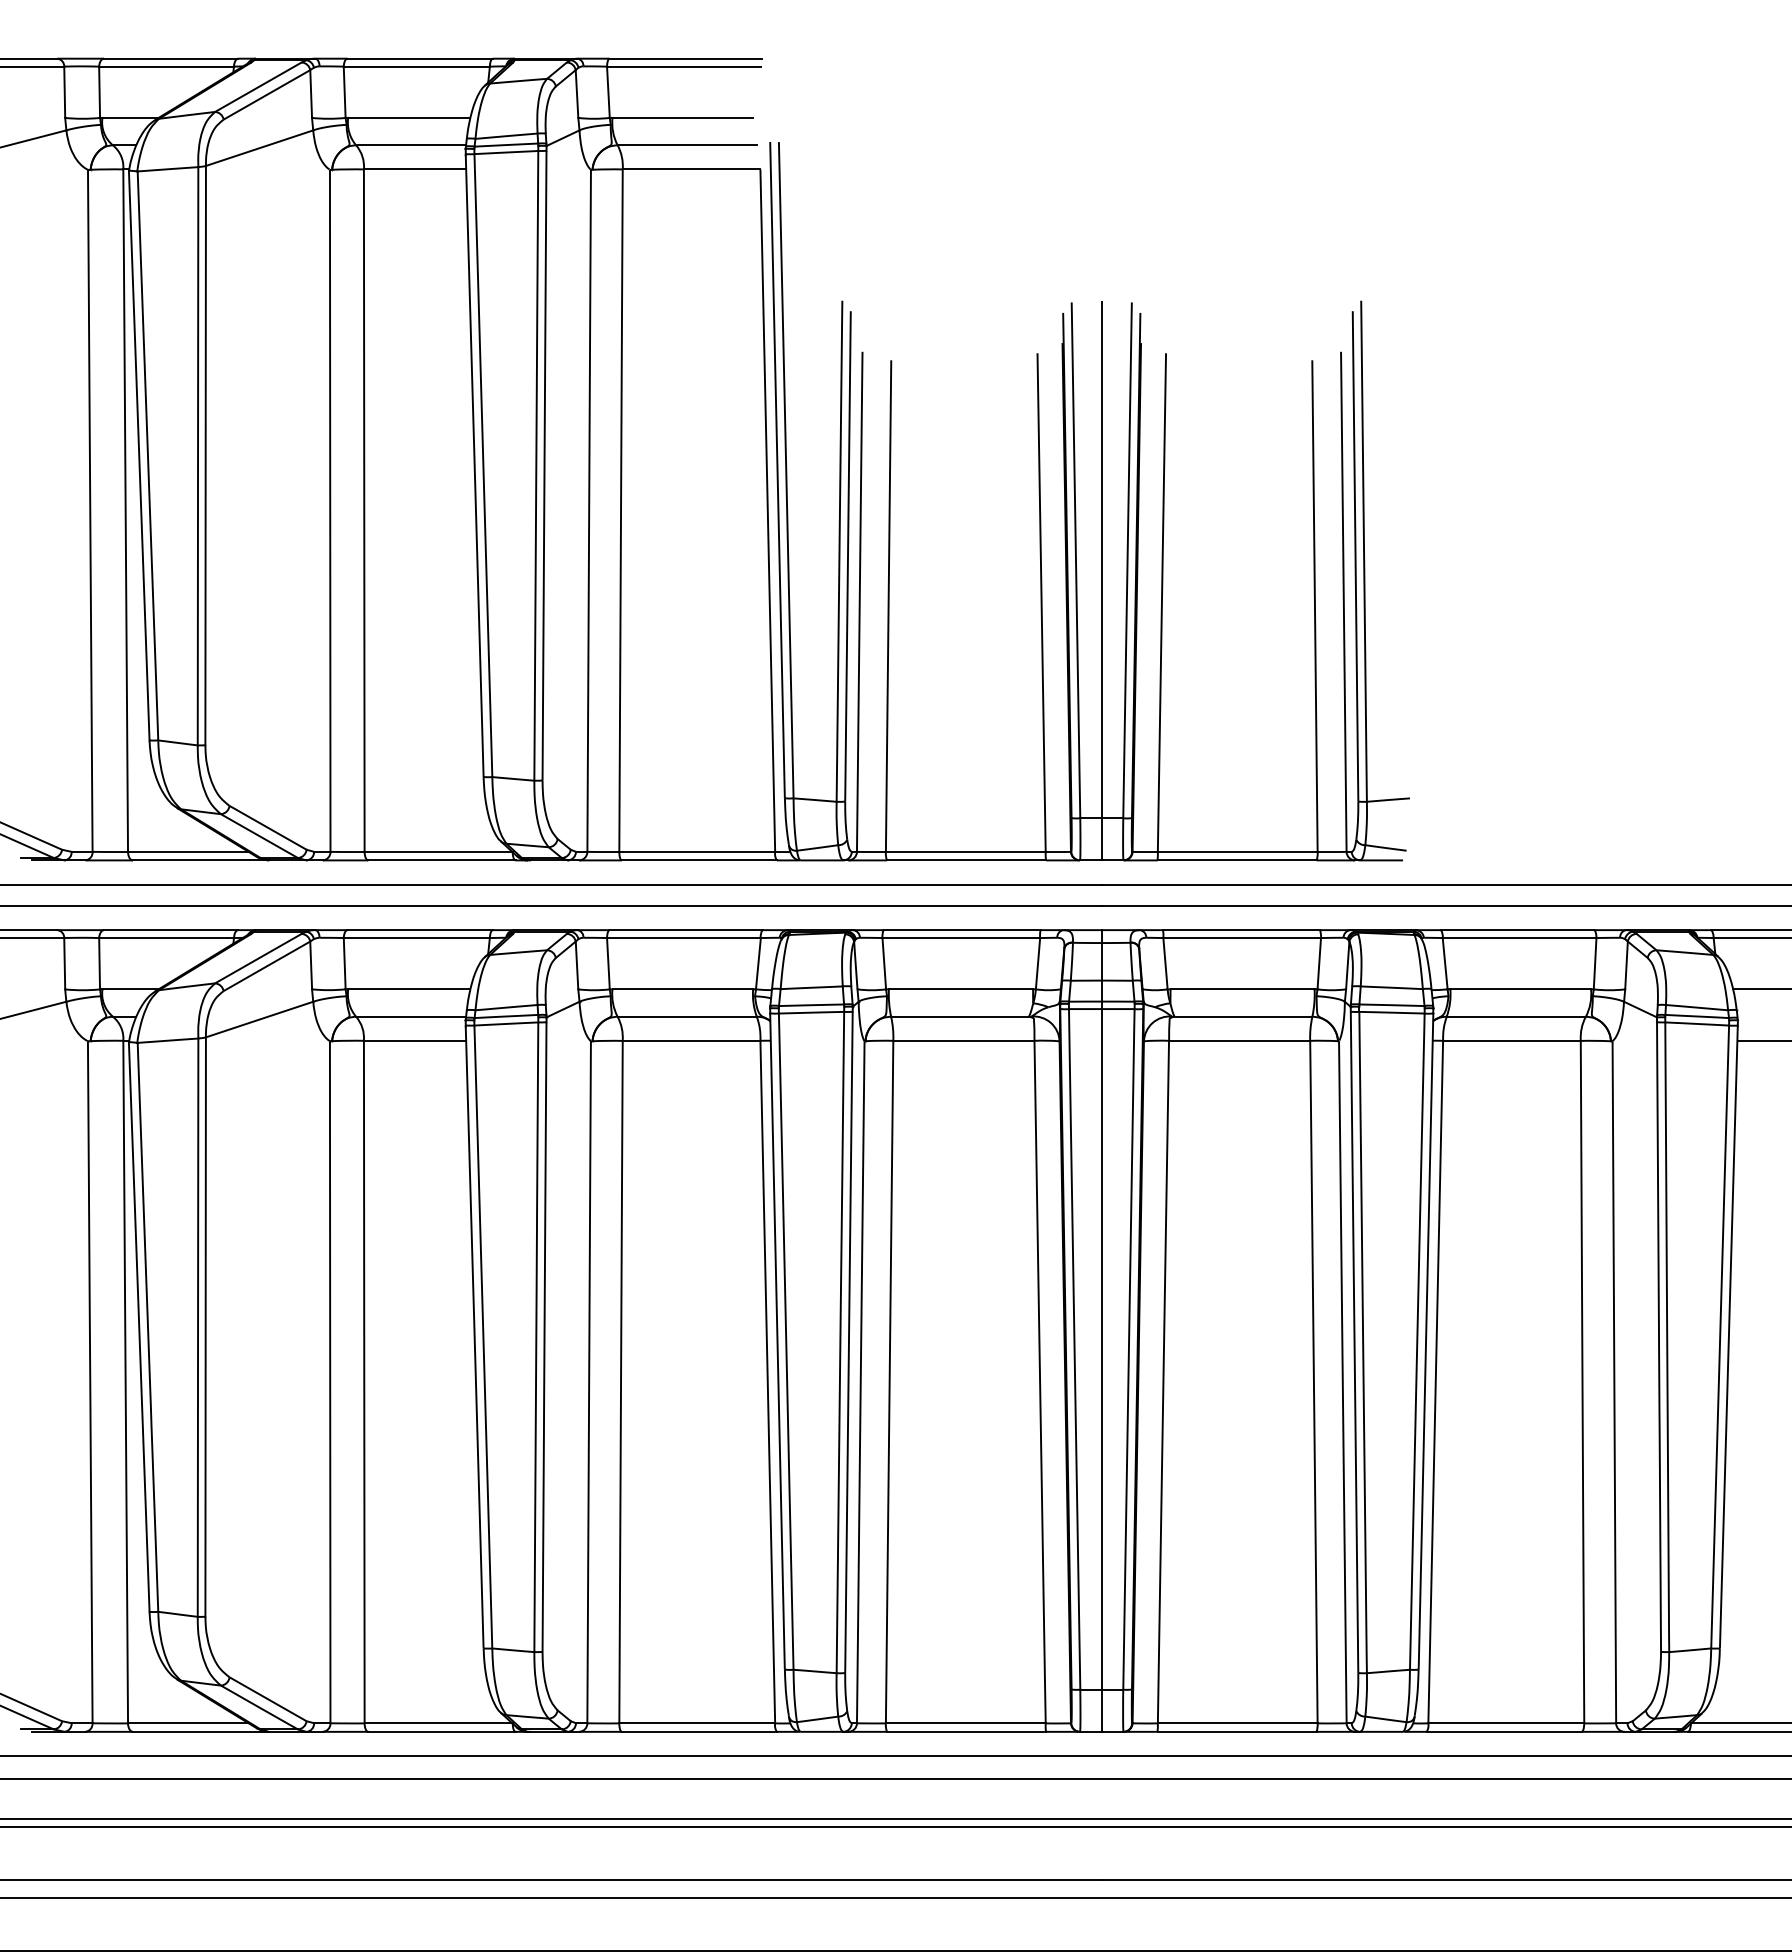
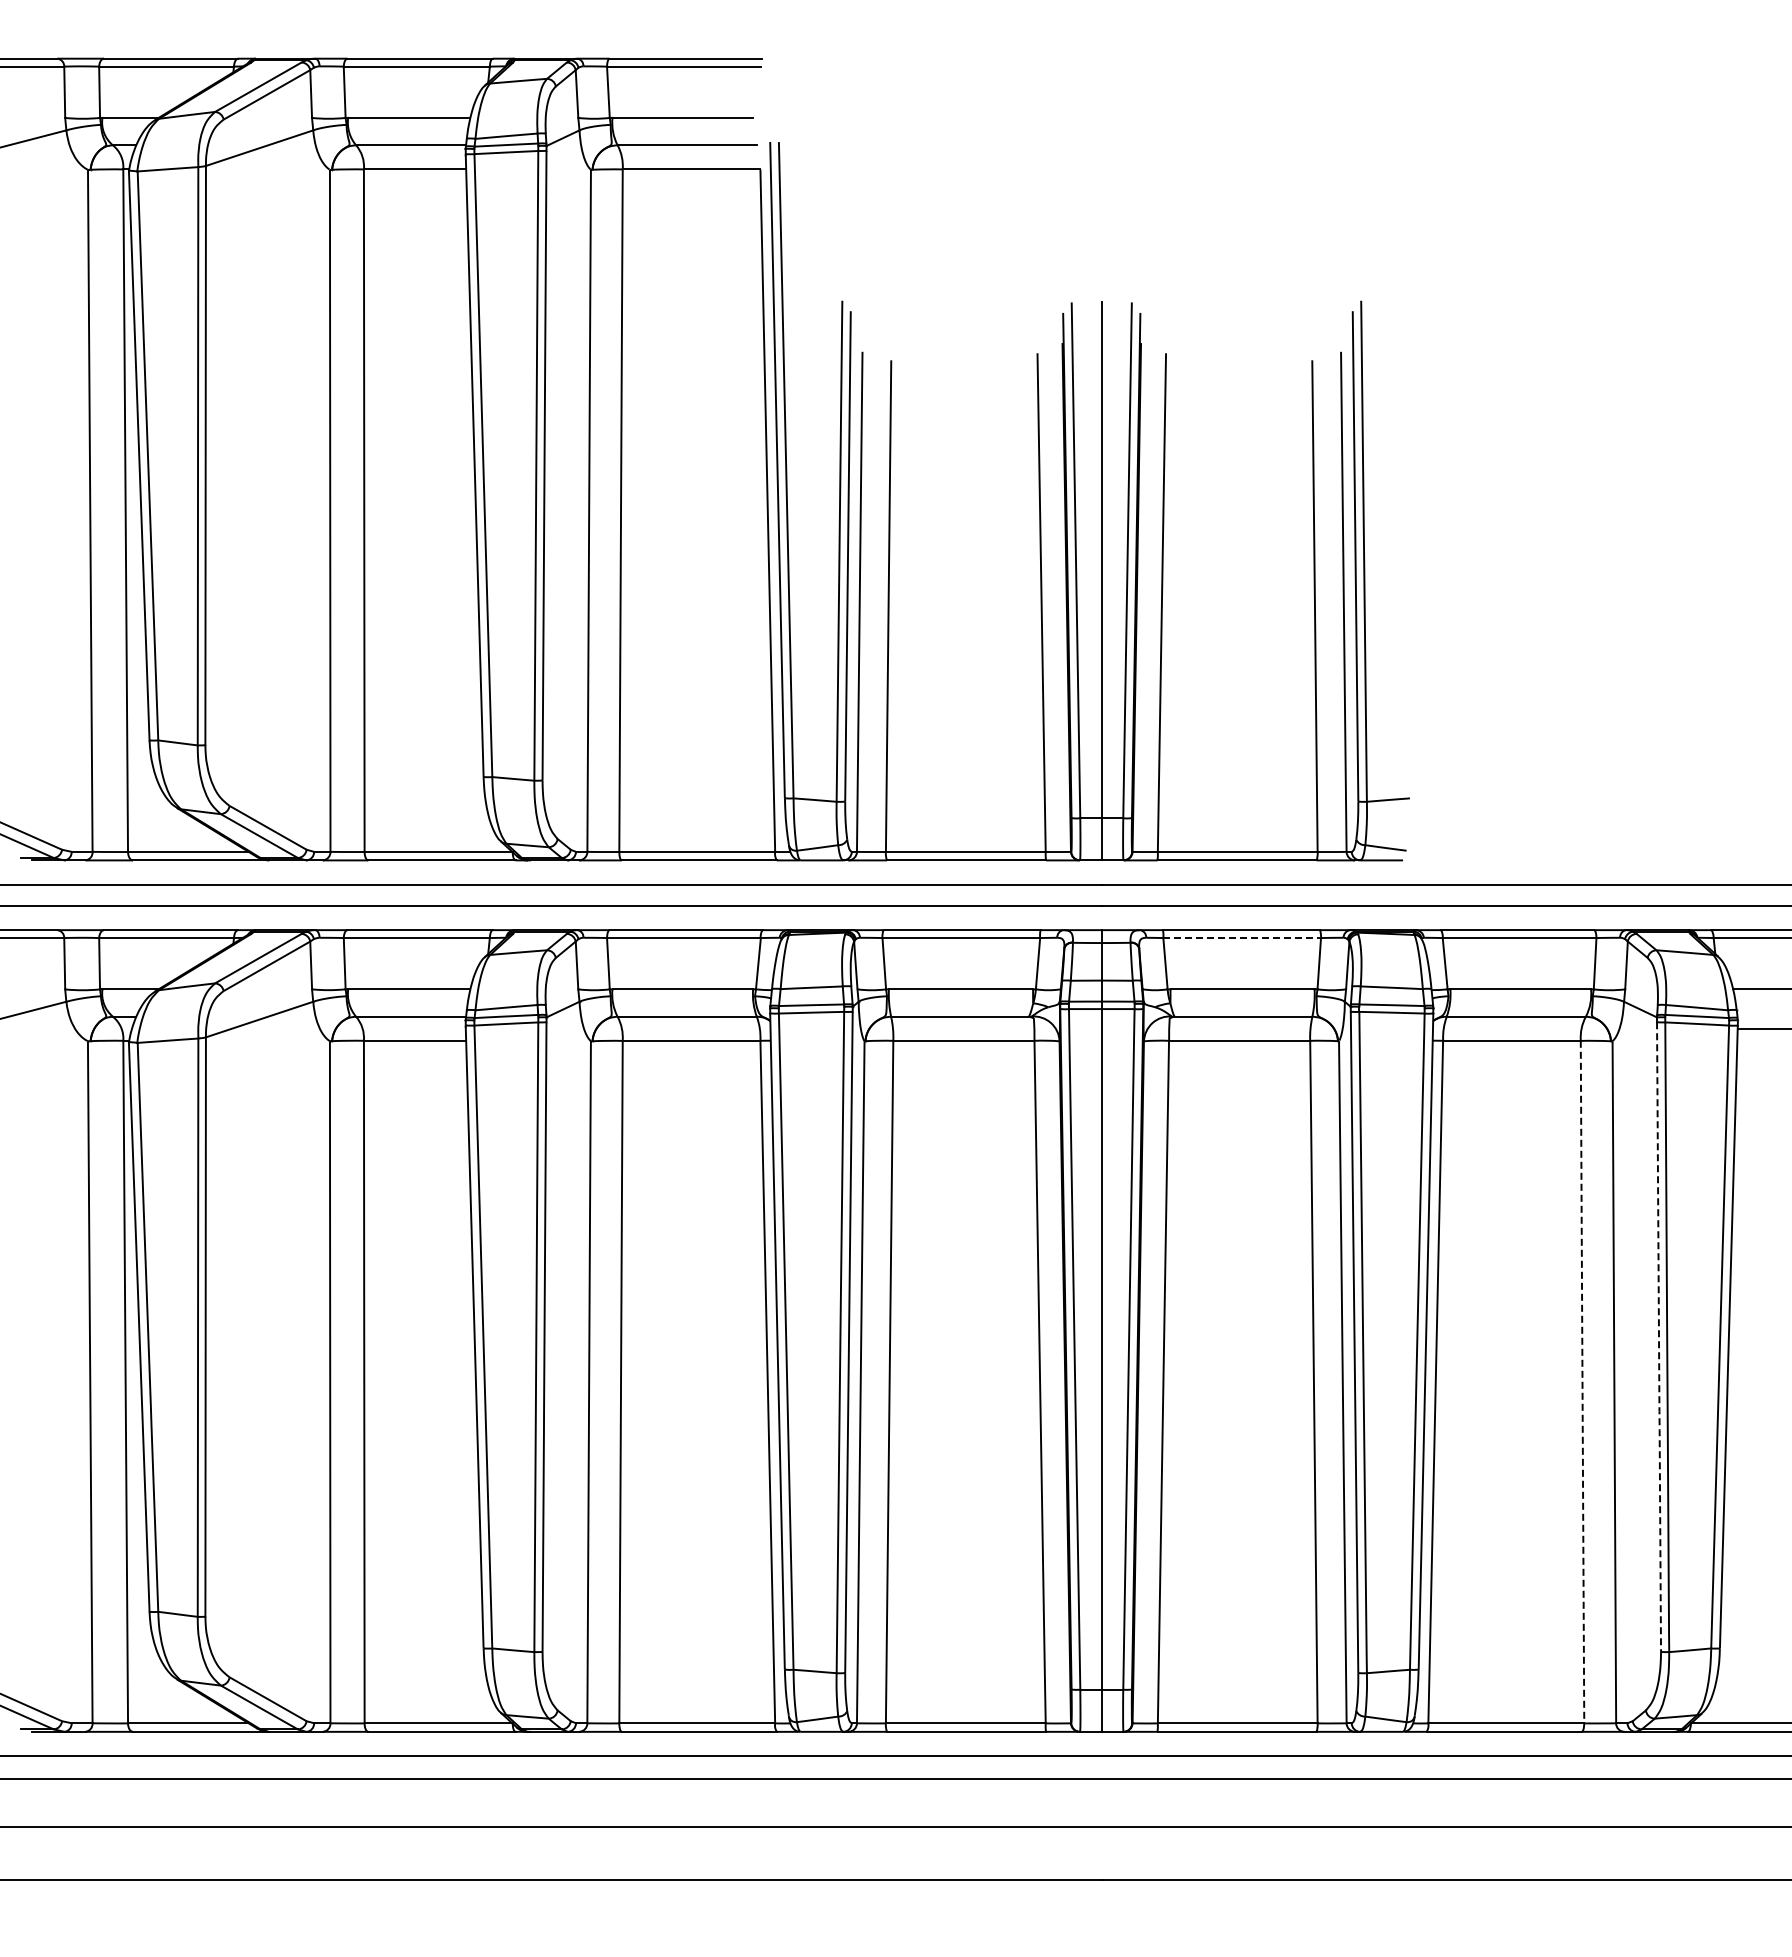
line at (1242, 938): solid -> dashed
line at (1762, 1040) position: (1762, 1040) -> (1762, 1028)
line at (1659, 1338): solid -> dashed
line at (1582, 1380): solid -> dashed
line at (895, 1818): present -> none
line at (895, 1898): present -> none
line at (895, 1950): present -> none
